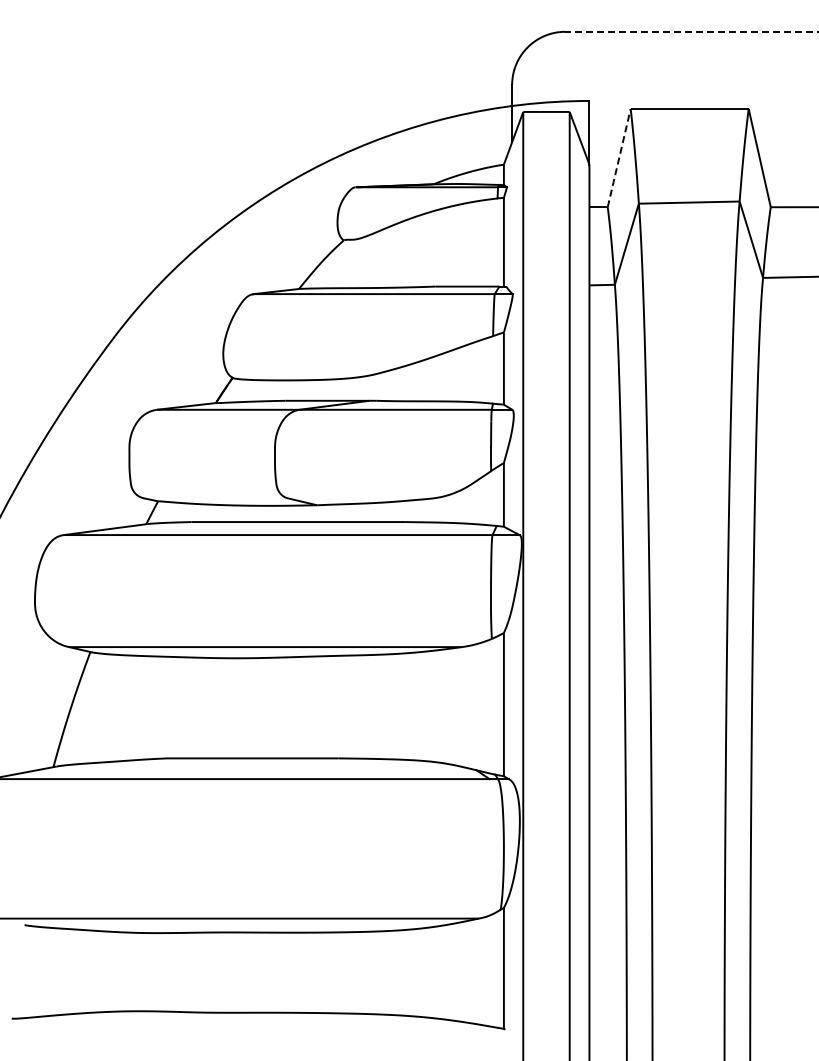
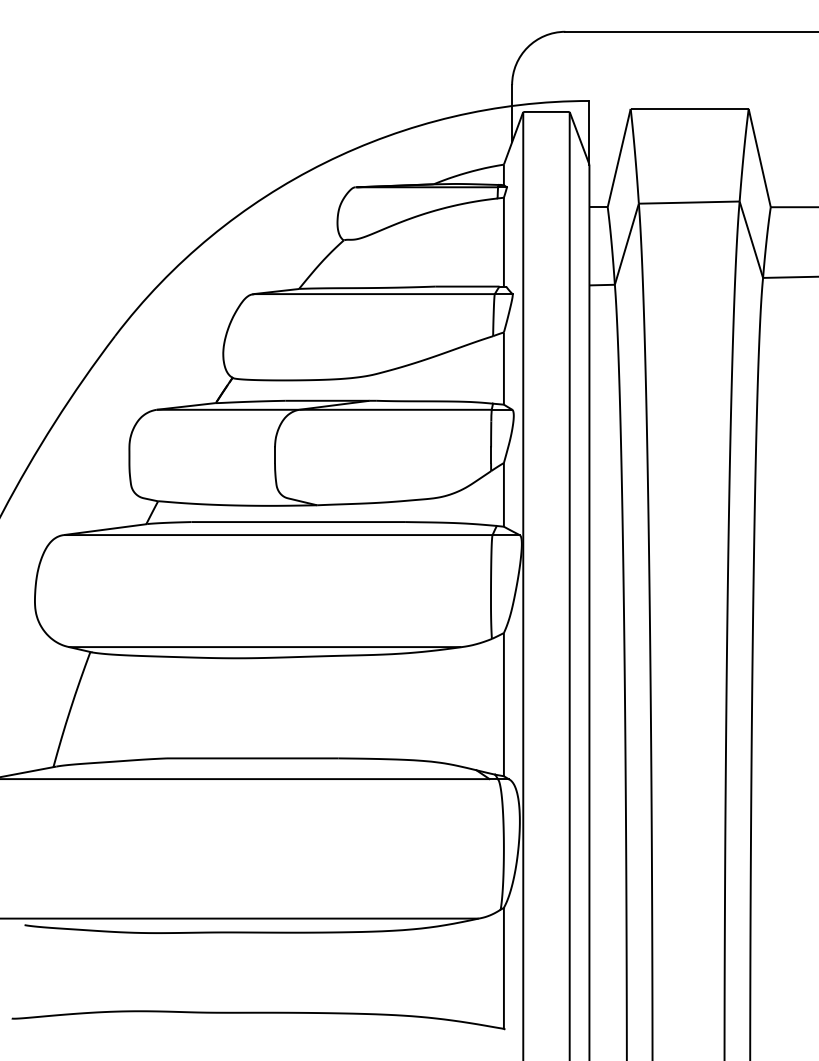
line at (691, 31): dashed -> solid
line at (619, 158): dashed -> solid
